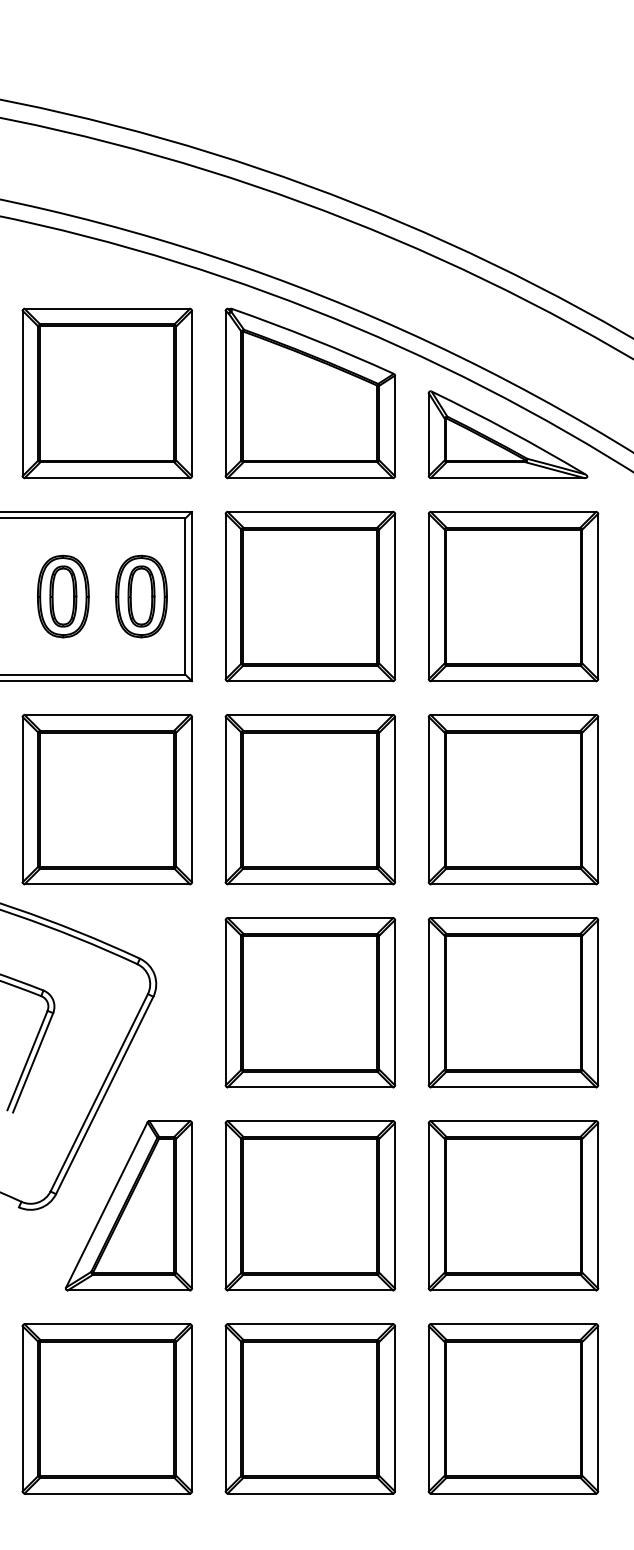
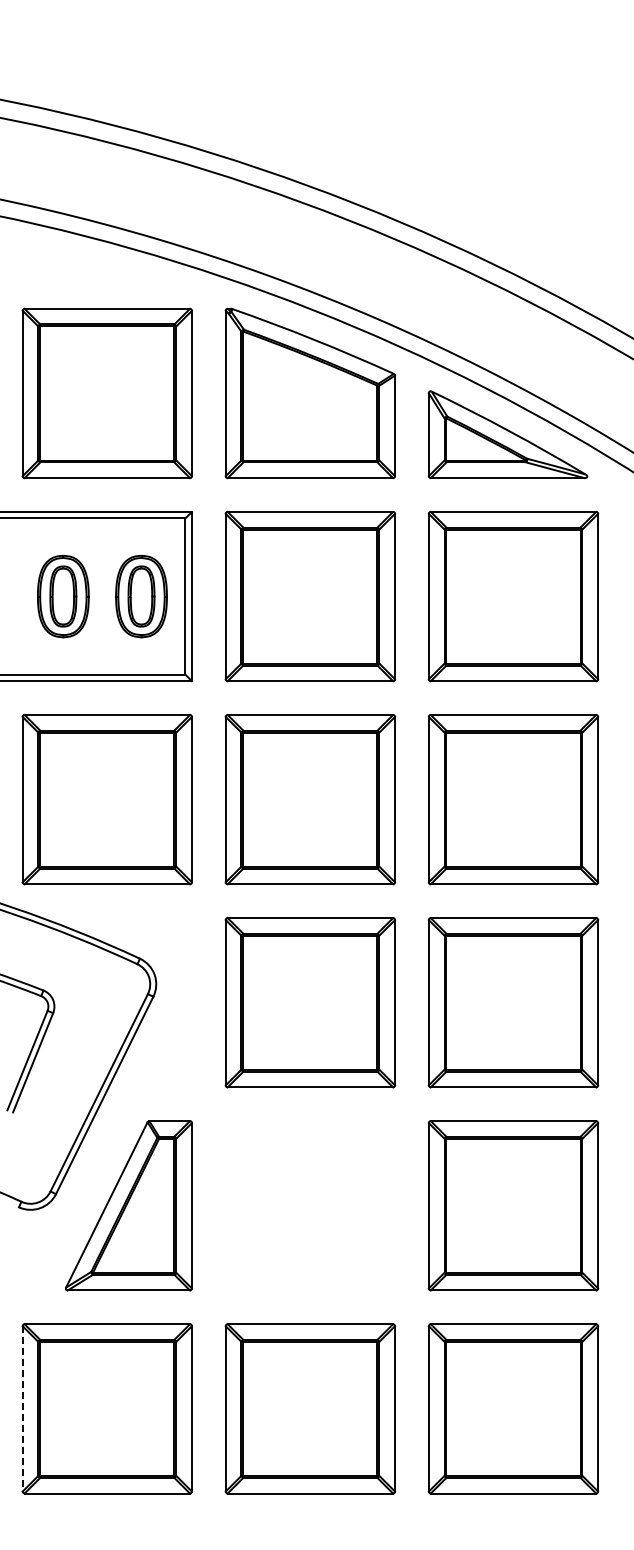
part at (310, 1205): present -> none
line at (22, 1408): solid -> dashed
